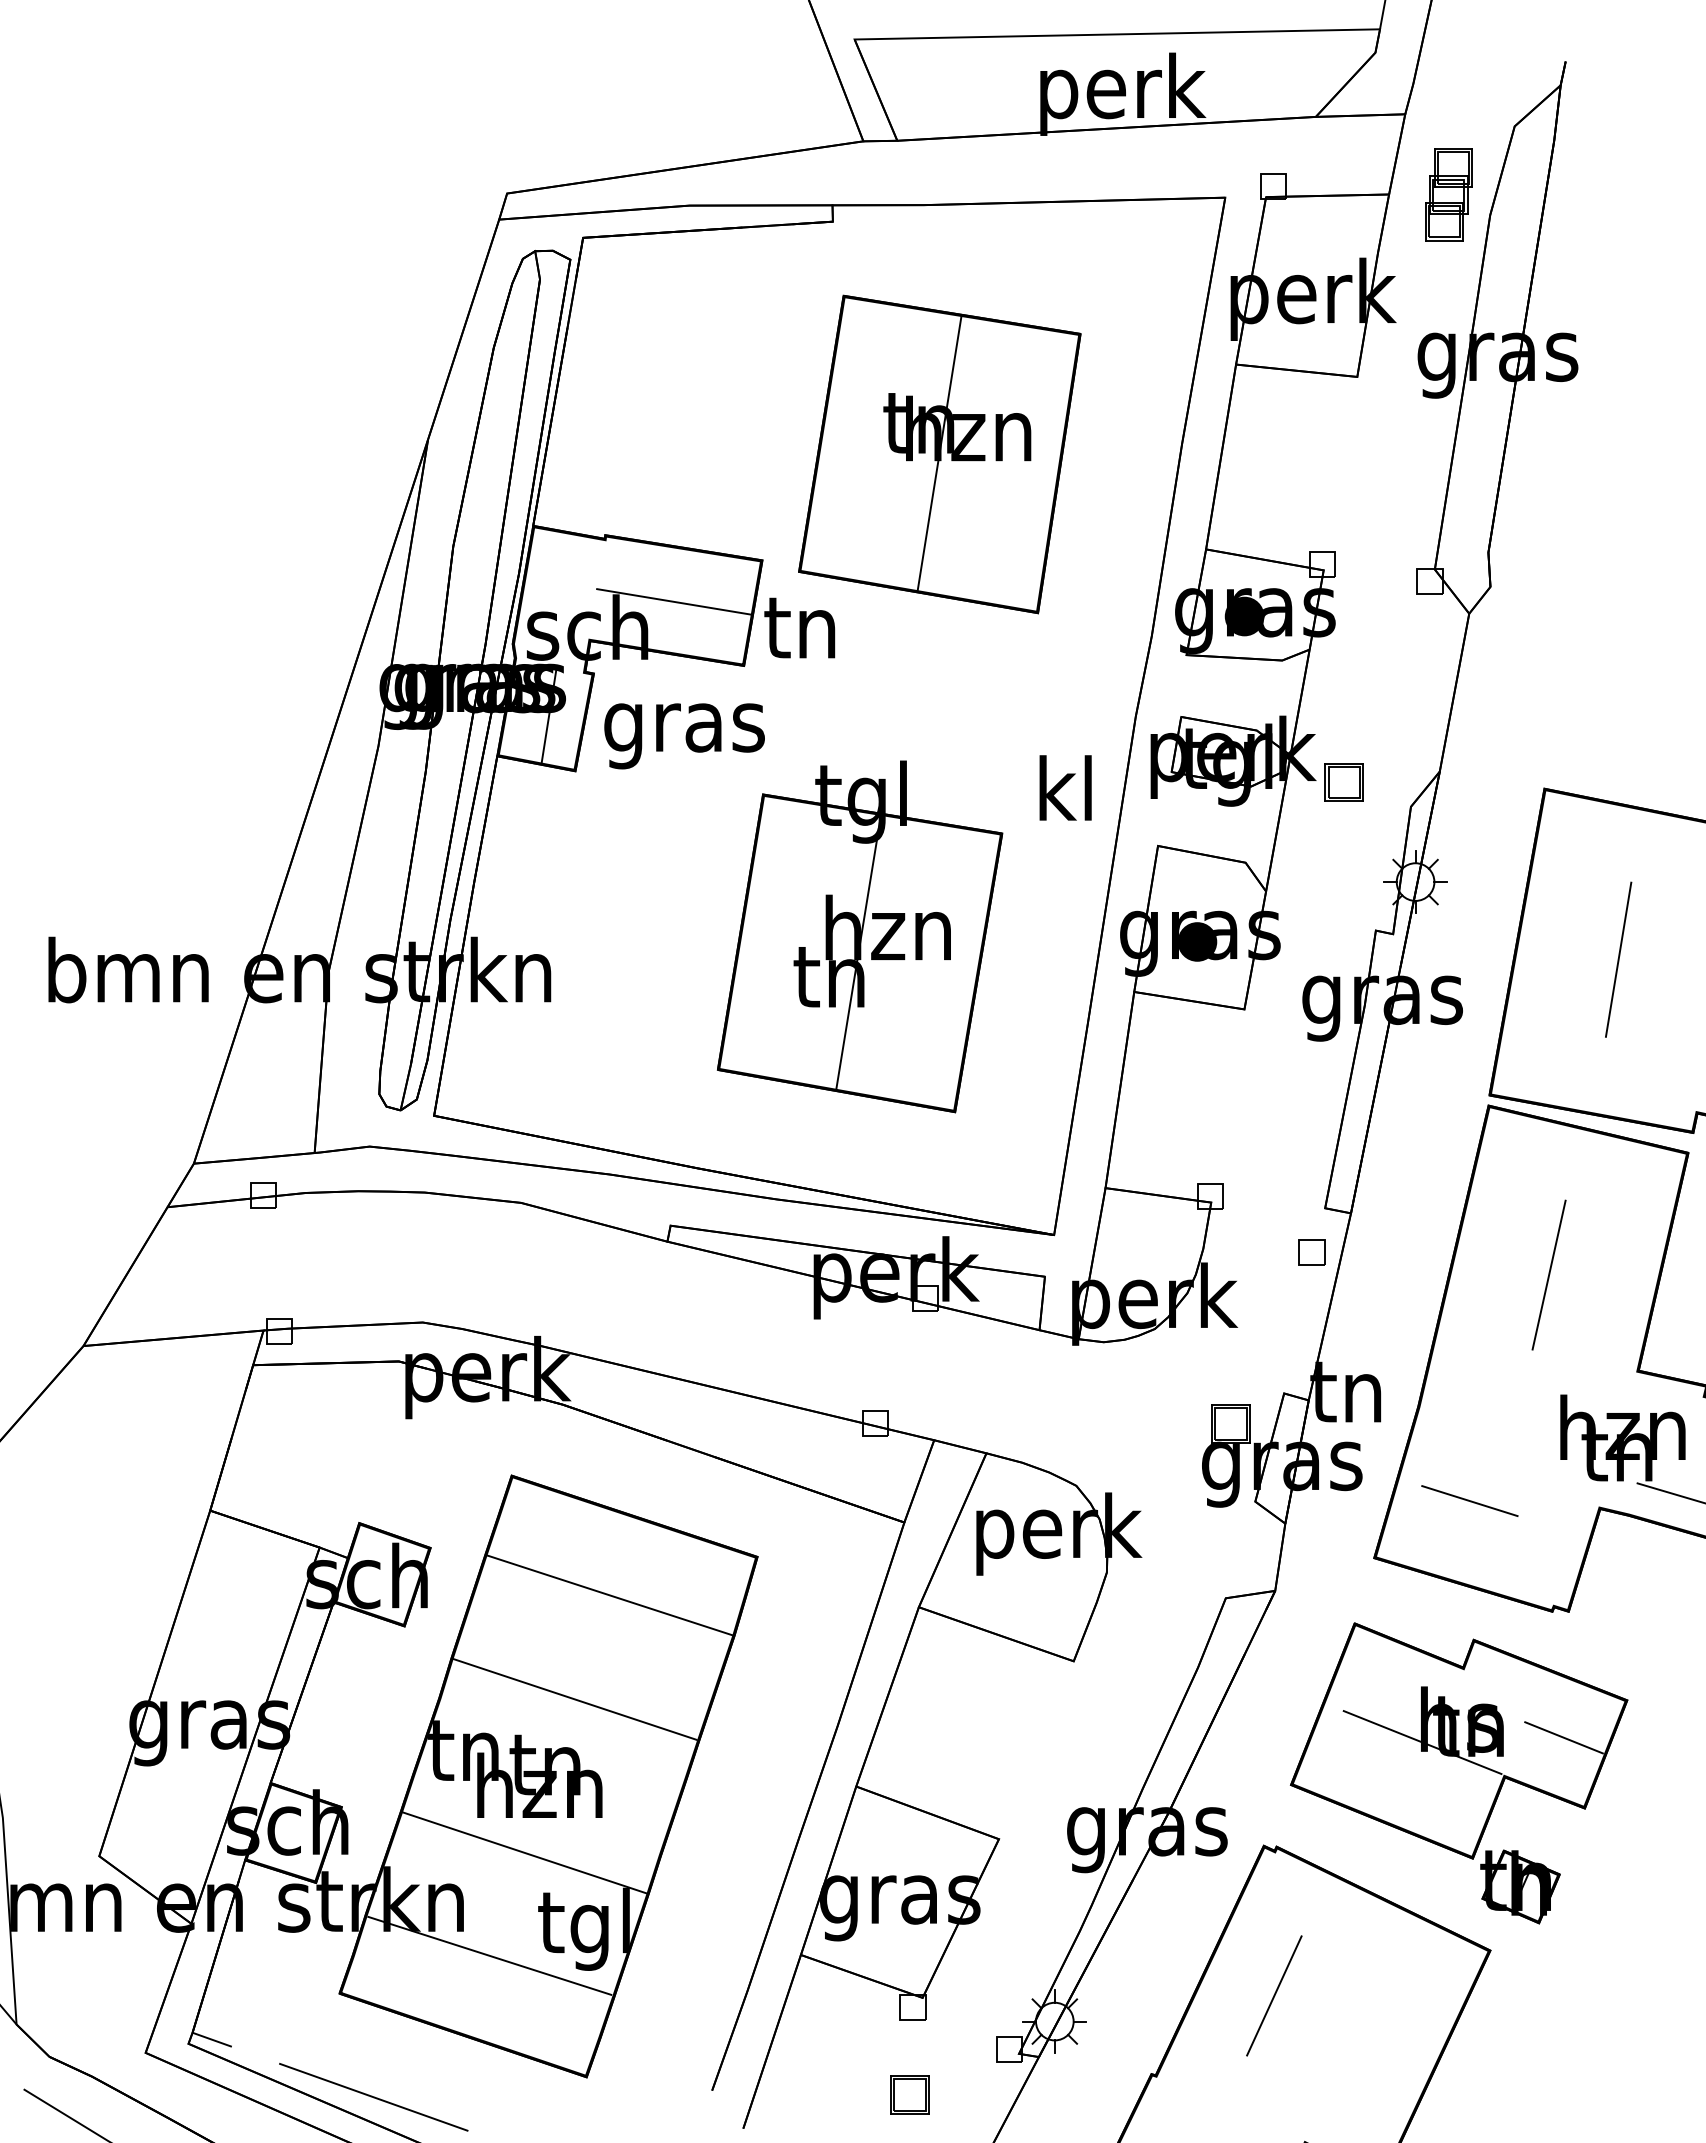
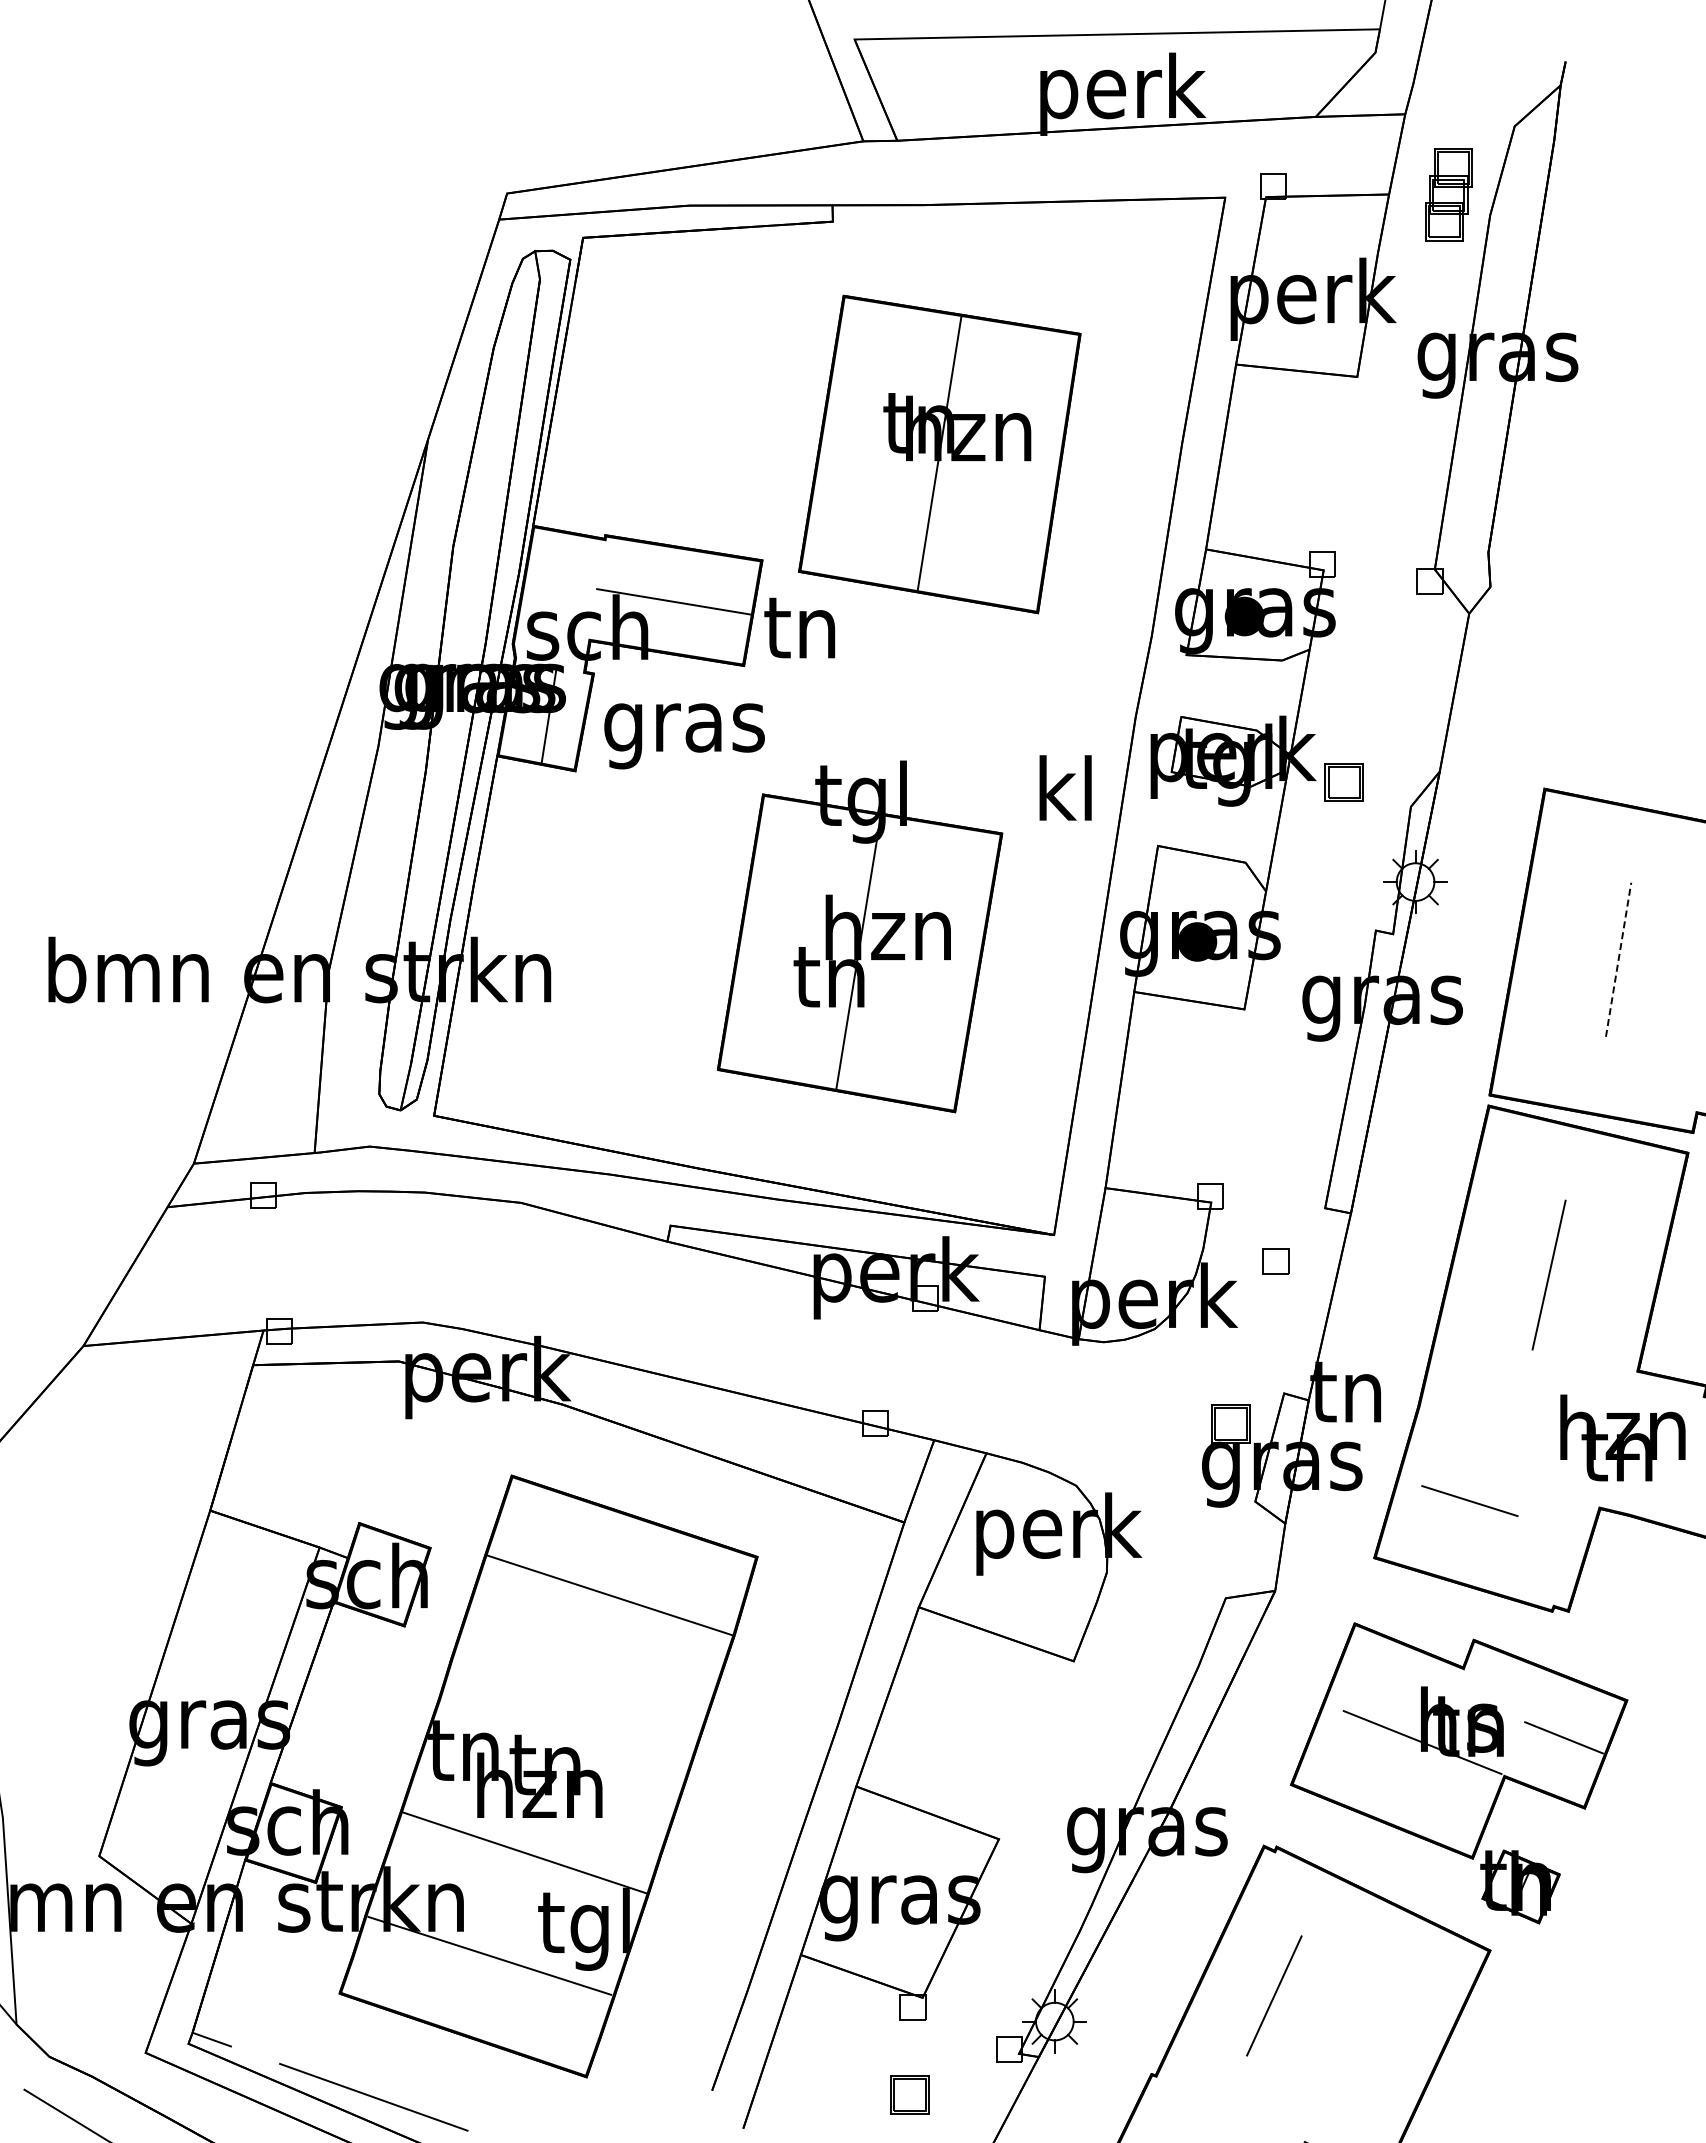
line at (1618, 959): solid -> dashed
part at (1311, 1252) position: (1311, 1252) -> (1275, 1261)
line at (1669, 1492): present -> none
line at (574, 1699): present -> none
